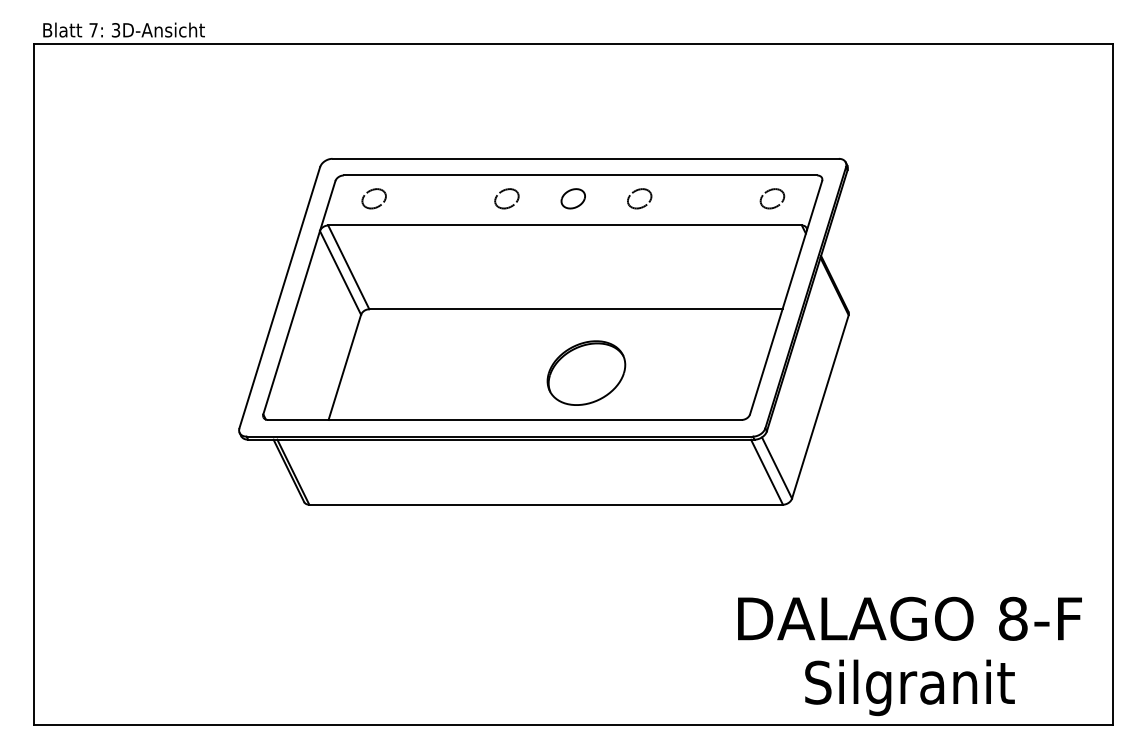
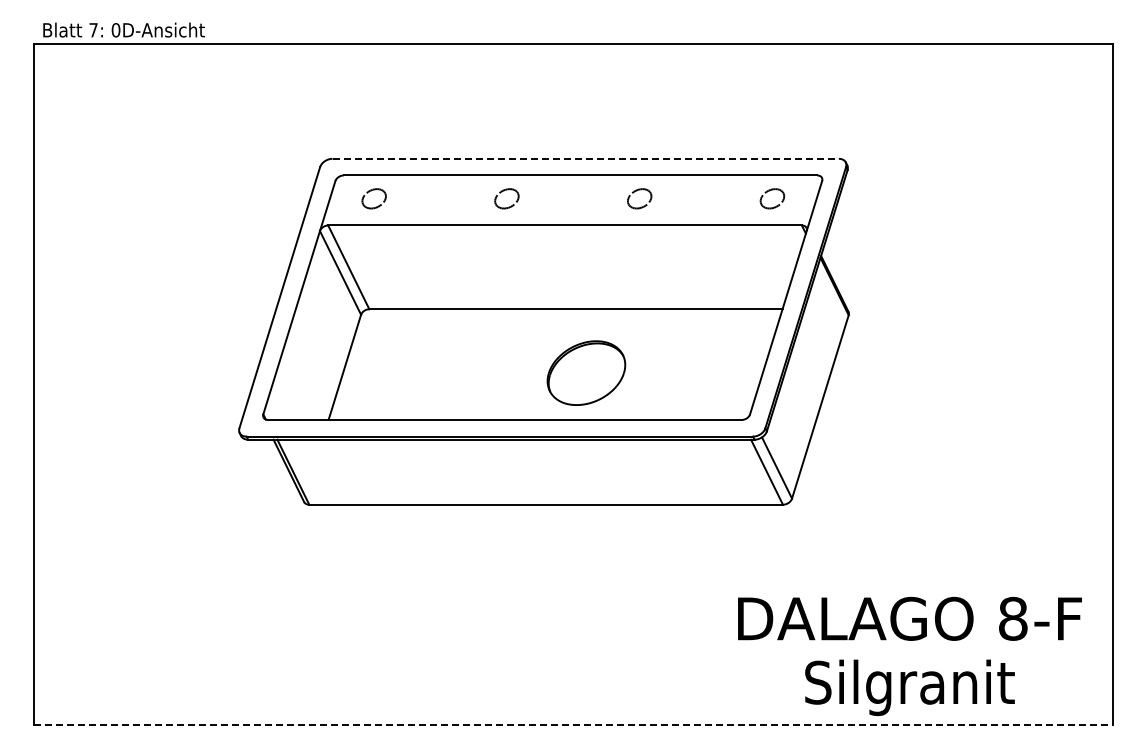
text at (115, 30): 3D-Ansicht -> 0D-Ansicht
line at (586, 158): solid -> dashed
part at (572, 198): present -> none
line at (573, 725): solid -> dashed
